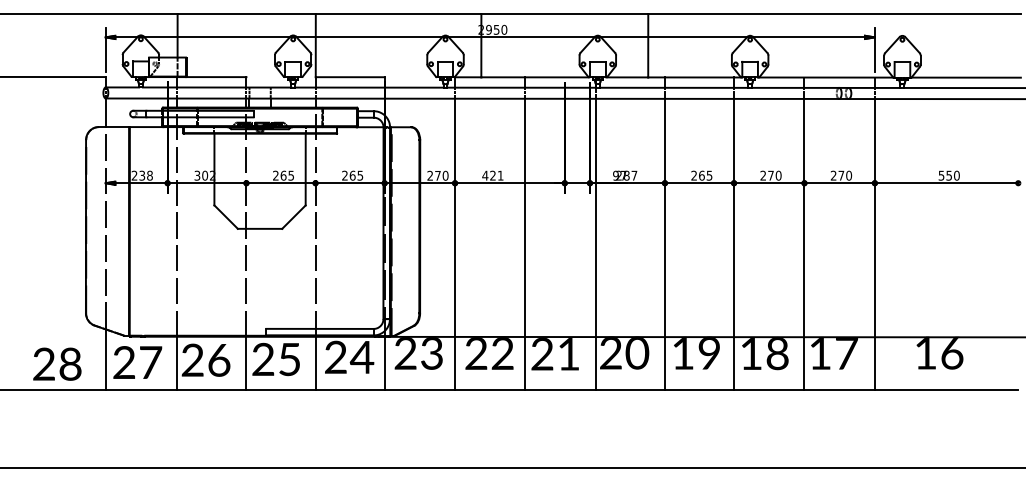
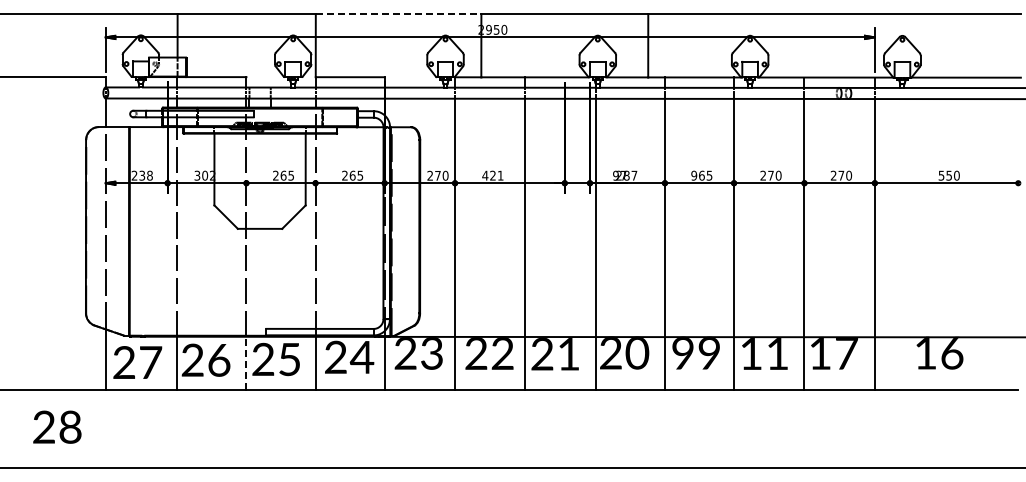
line at (398, 14): solid -> dashed
text at (694, 175): 265 -> 965
text at (682, 353): 19 -> 99
text at (777, 354): 18 -> 11
text at (57, 363) position: (57, 363) -> (57, 426)
line at (246, 363): solid -> dashed
